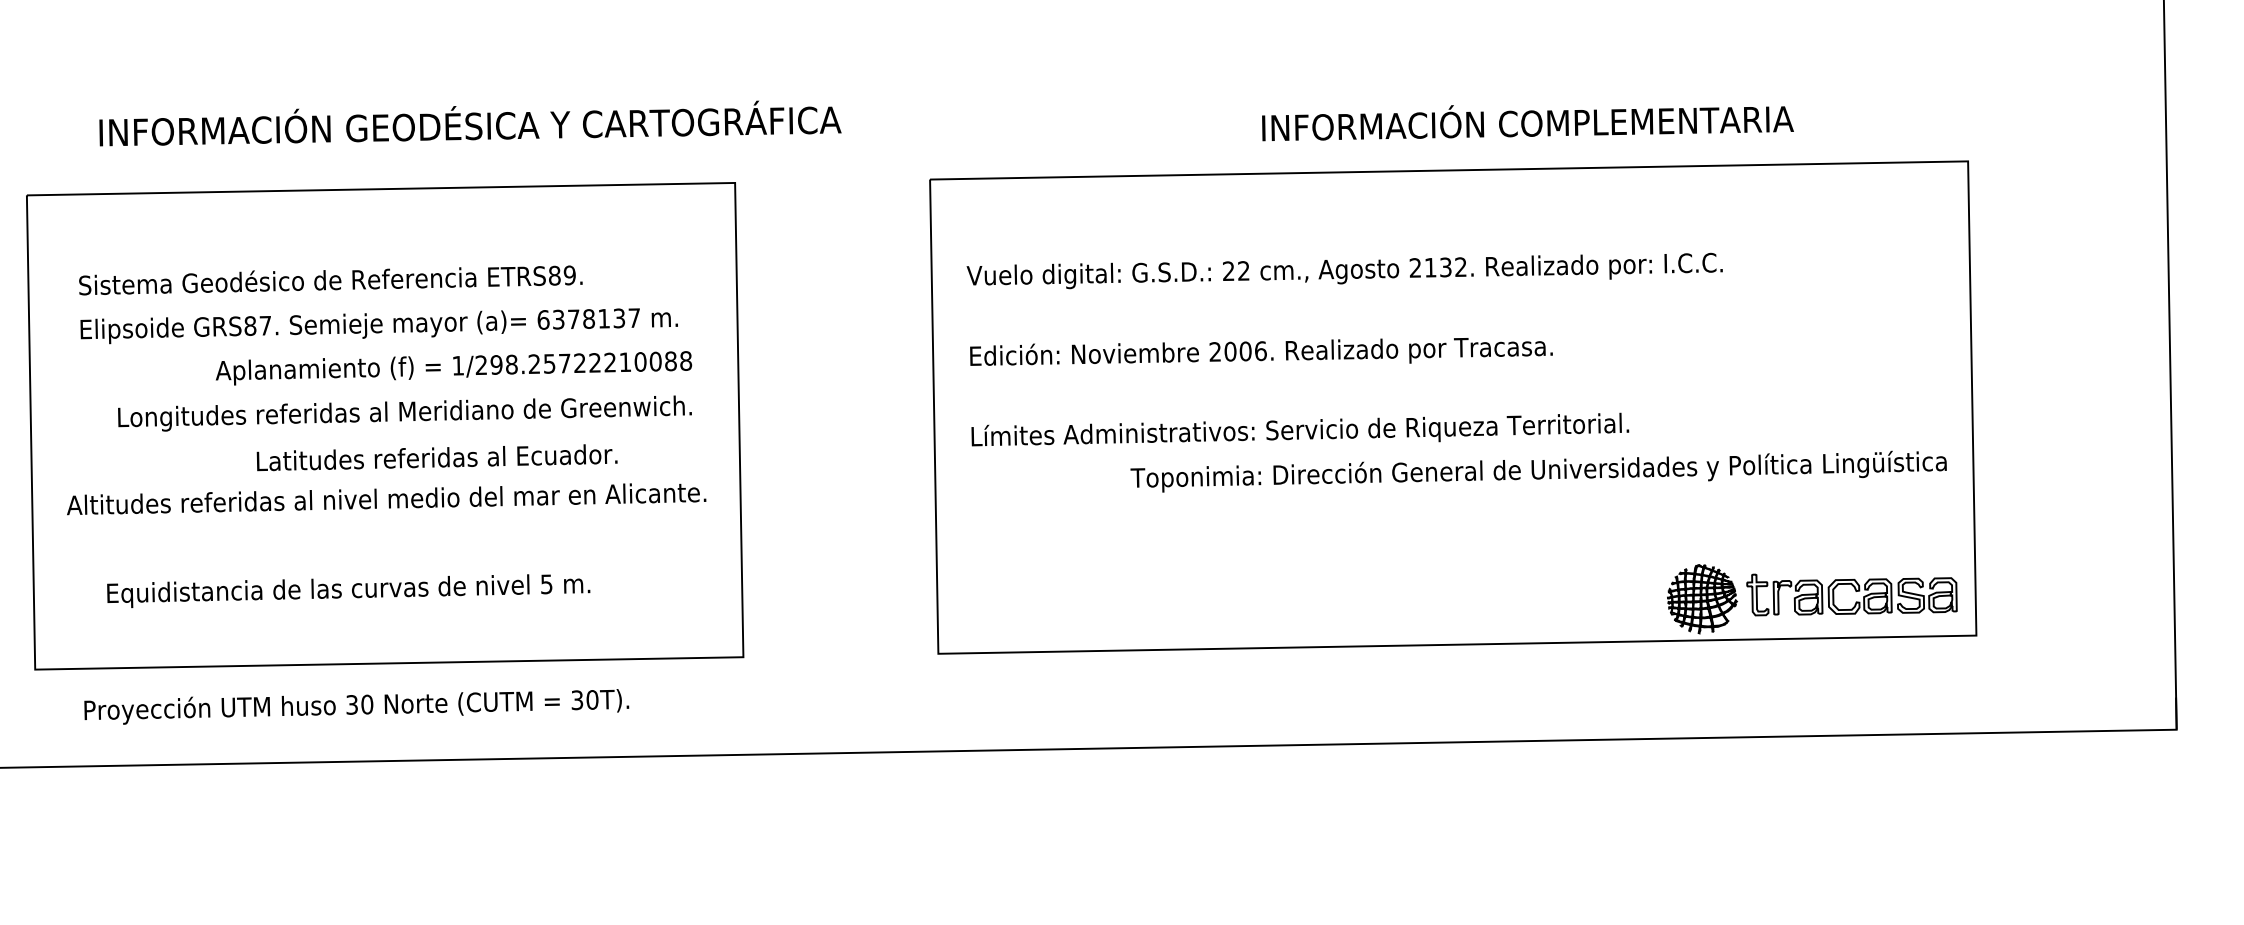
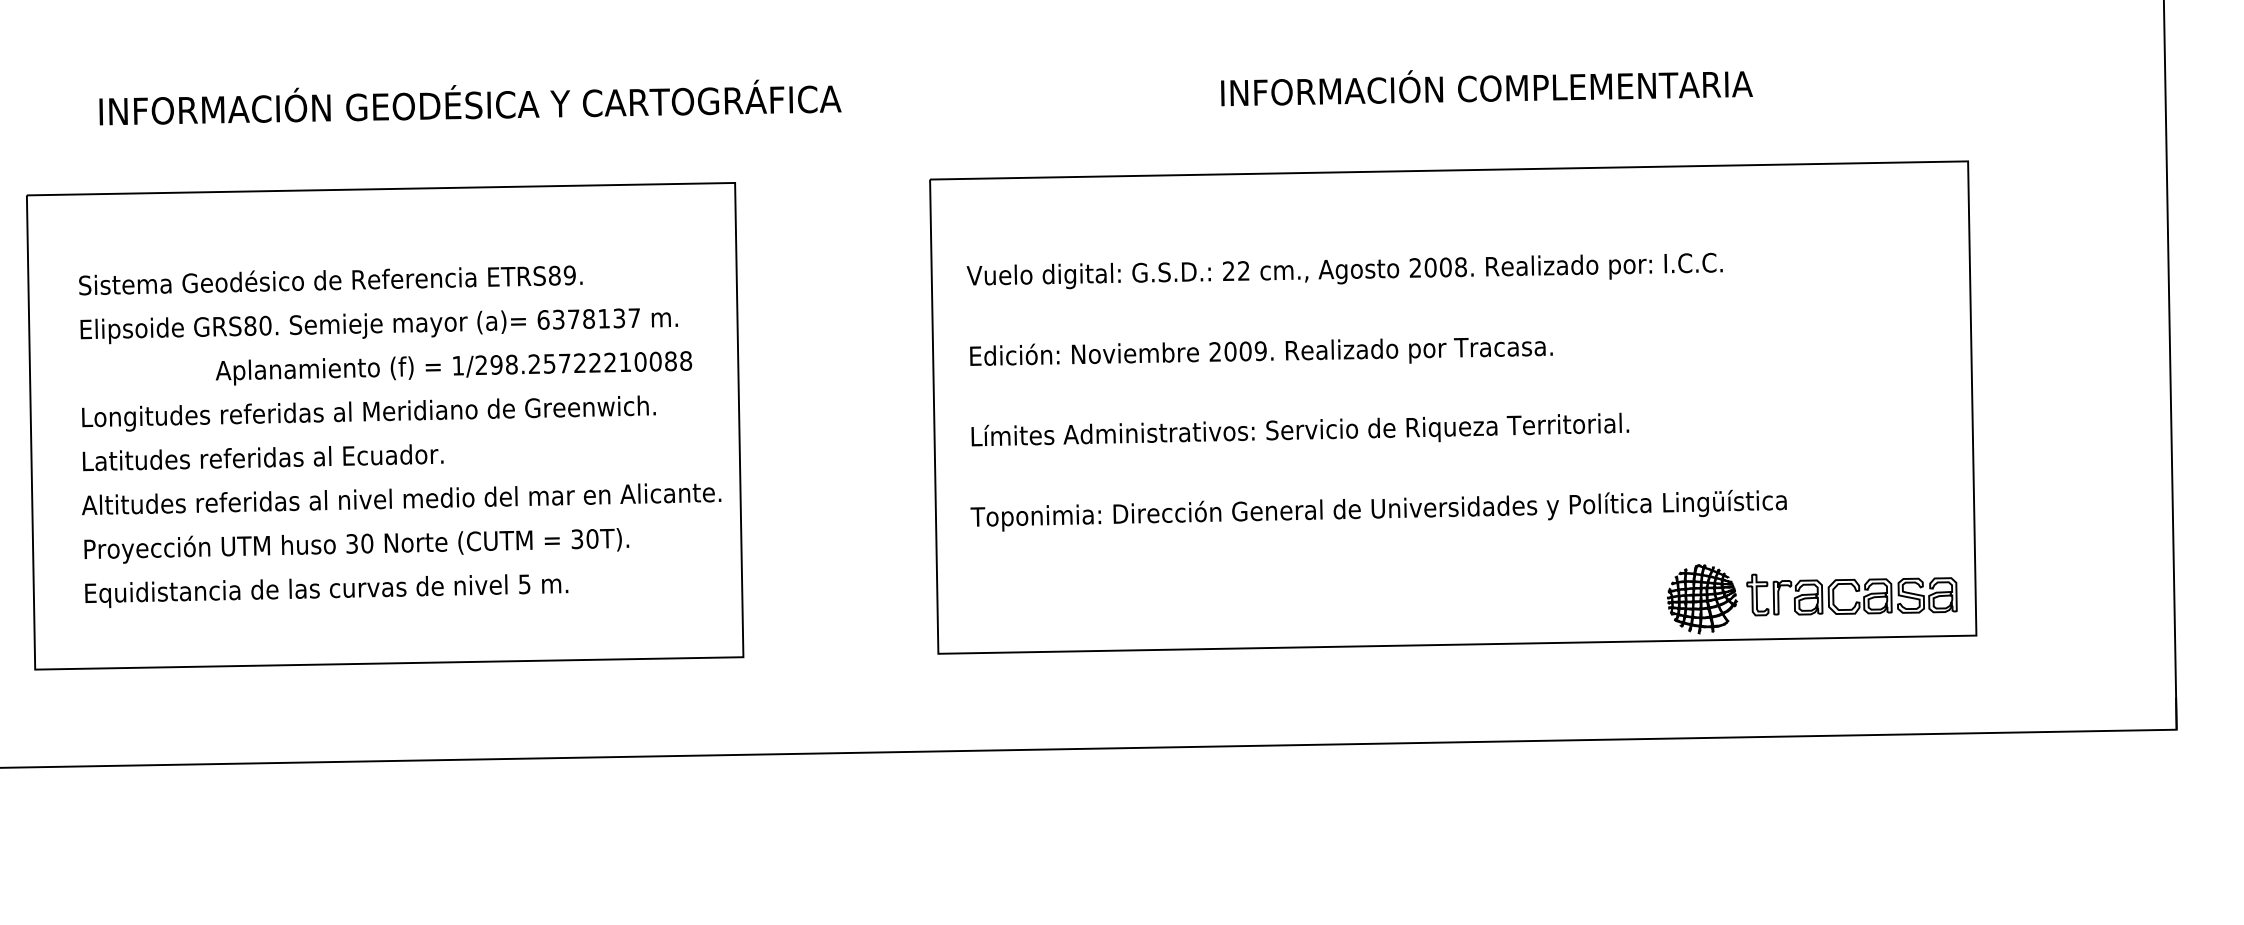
text at (470, 123) position: (470, 123) -> (470, 102)
text at (1527, 123) position: (1527, 123) -> (1486, 88)
text at (1445, 267): 2132. -> 2008.
text at (265, 325): GRS87. -> GRS80.
text at (1260, 351): 2006. -> 2009.
text at (404, 413) position: (404, 413) -> (368, 413)
text at (436, 457) position: (436, 457) -> (262, 457)
text at (1538, 471) position: (1538, 471) -> (1378, 510)
text at (386, 499) position: (386, 499) -> (401, 499)
text at (348, 590) position: (348, 590) -> (326, 590)
text at (356, 706) position: (356, 706) -> (356, 545)
